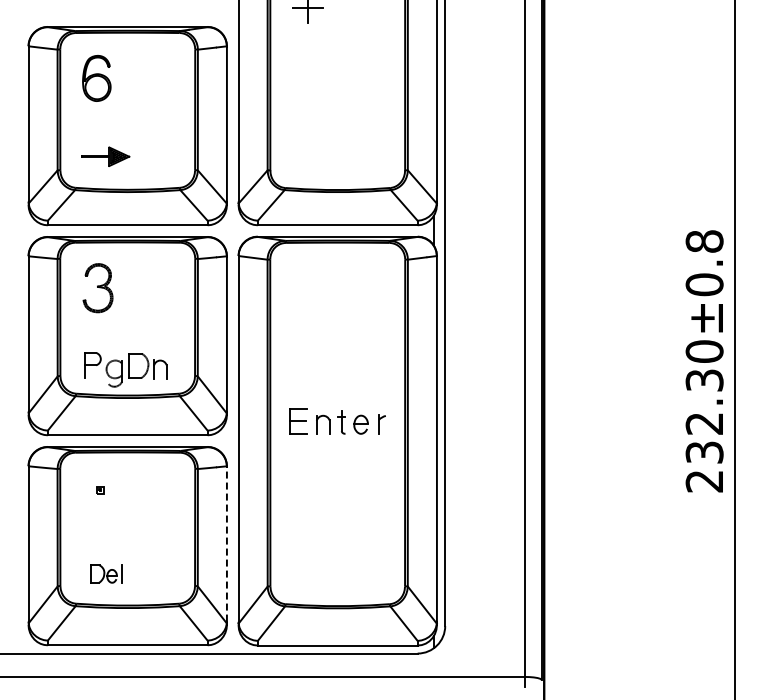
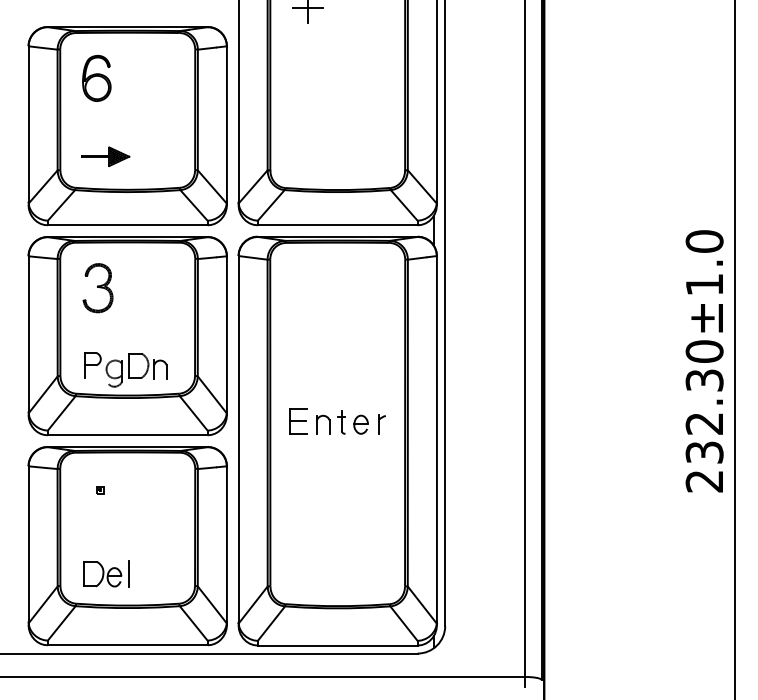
text at (704, 263): 232.30±0.8 -> 232.30±1.0
line at (226, 544): dashed -> solid
part at (106, 573) size: 33x20 px -> 47x28 px
